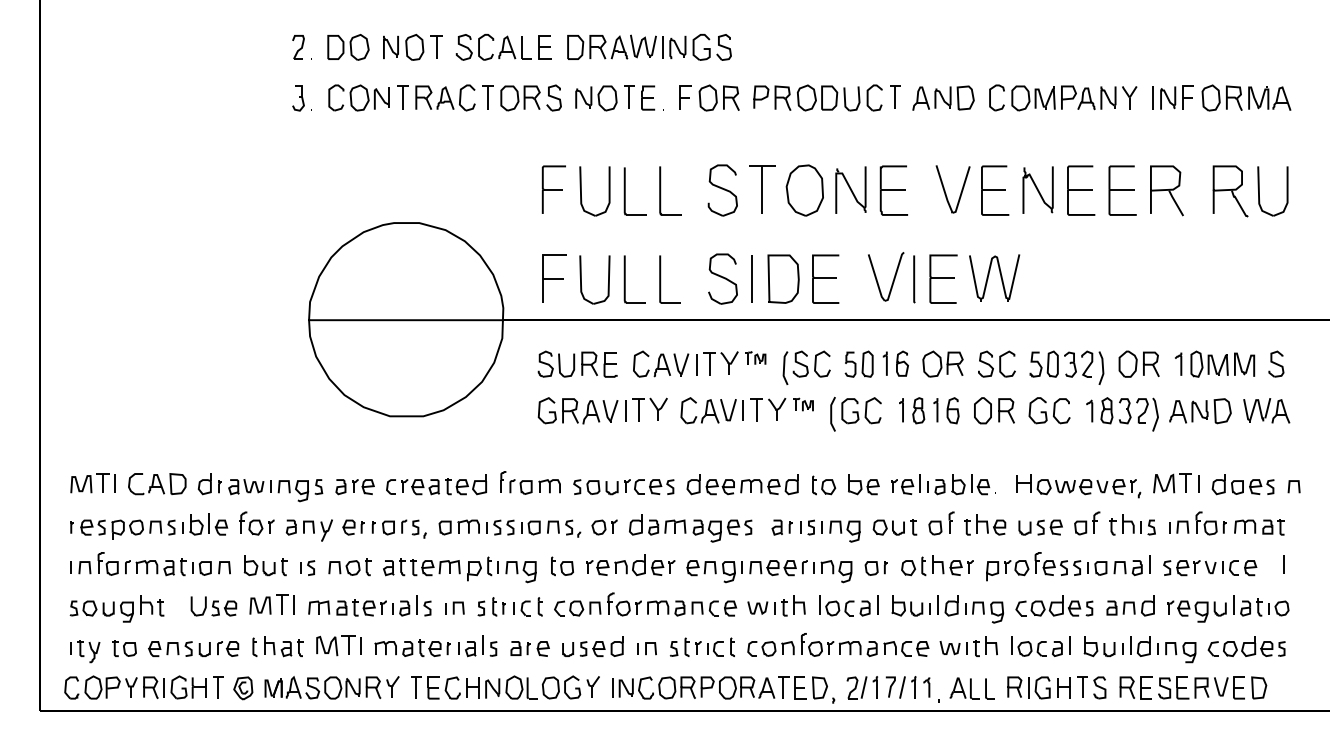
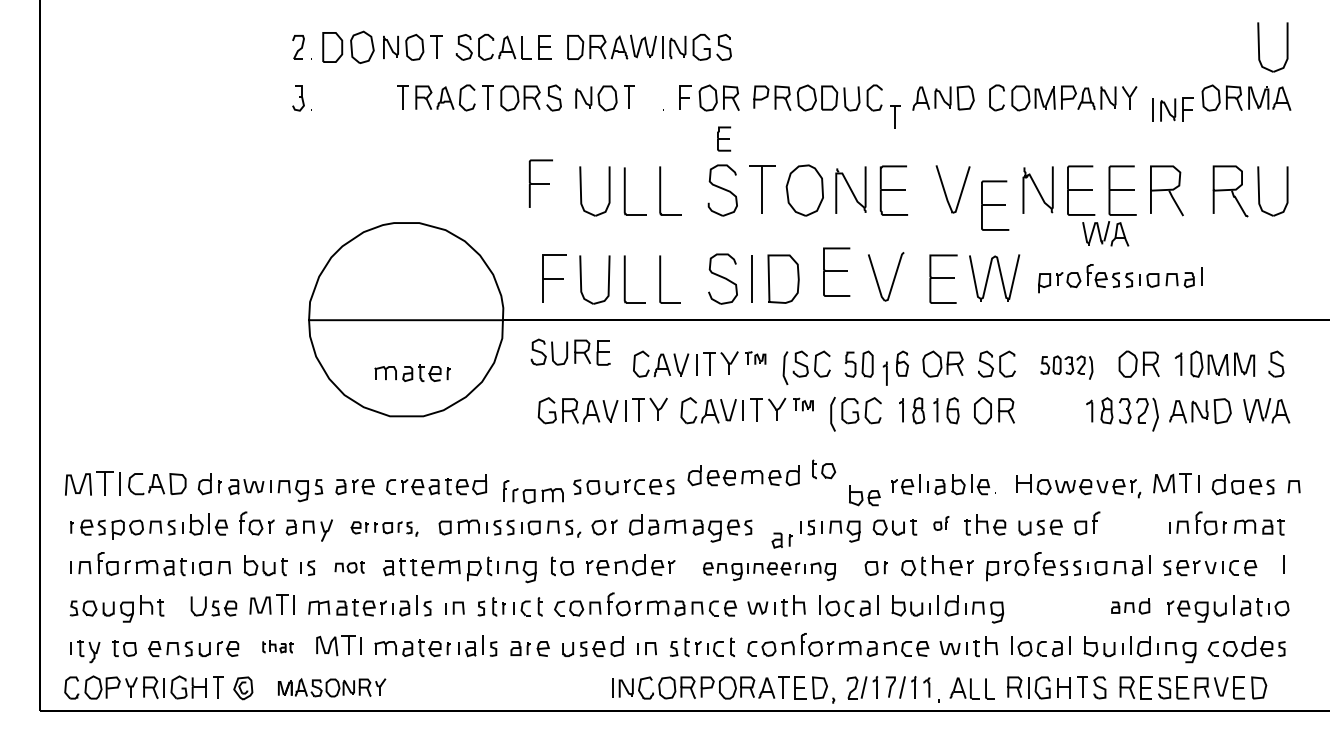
part at (348, 47) size: 43x27 px -> 53x34 px
part at (1259, 47): none -> present
part at (895, 96) position: (895, 96) -> (895, 116)
part at (358, 97): present -> none
part at (648, 97) position: (648, 97) -> (724, 138)
part at (1172, 97) position: (1172, 97) -> (1172, 109)
part at (553, 189) position: (553, 189) -> (540, 183)
part at (995, 190) position: (995, 190) -> (995, 205)
part at (1105, 233): none -> present
part at (825, 278) position: (825, 278) -> (836, 271)
part at (1120, 278): none -> present
line at (914, 279): present -> none
part at (577, 363) position: (577, 363) -> (570, 351)
part at (884, 363) position: (884, 363) -> (884, 373)
part at (1066, 367) size: 76x35 px -> 54x25 px
part at (412, 372): none -> present
part at (1049, 410): present -> none
part at (530, 482) position: (530, 482) -> (533, 491)
part at (92, 483) size: 46x21 px -> 56x25 px
part at (742, 484) position: (742, 484) -> (743, 475)
part at (863, 484) position: (863, 484) -> (864, 495)
part at (824, 485) position: (824, 485) -> (824, 469)
part at (941, 523) size: 27x25 px -> 17x15 px
part at (1132, 524): present -> none
part at (781, 527) position: (781, 527) -> (781, 540)
part at (384, 528) size: 85x20 px -> 69x16 px
part at (349, 567) size: 44x19 px -> 31x13 px
part at (769, 571) size: 167x24 px -> 134x20 px
part at (1054, 605): present -> none
part at (1130, 605) size: 49x22 px -> 40x17 px
part at (277, 646) size: 52x22 px -> 32x14 px
part at (331, 687) size: 136x24 px -> 109x20 px
part at (505, 687): present -> none
